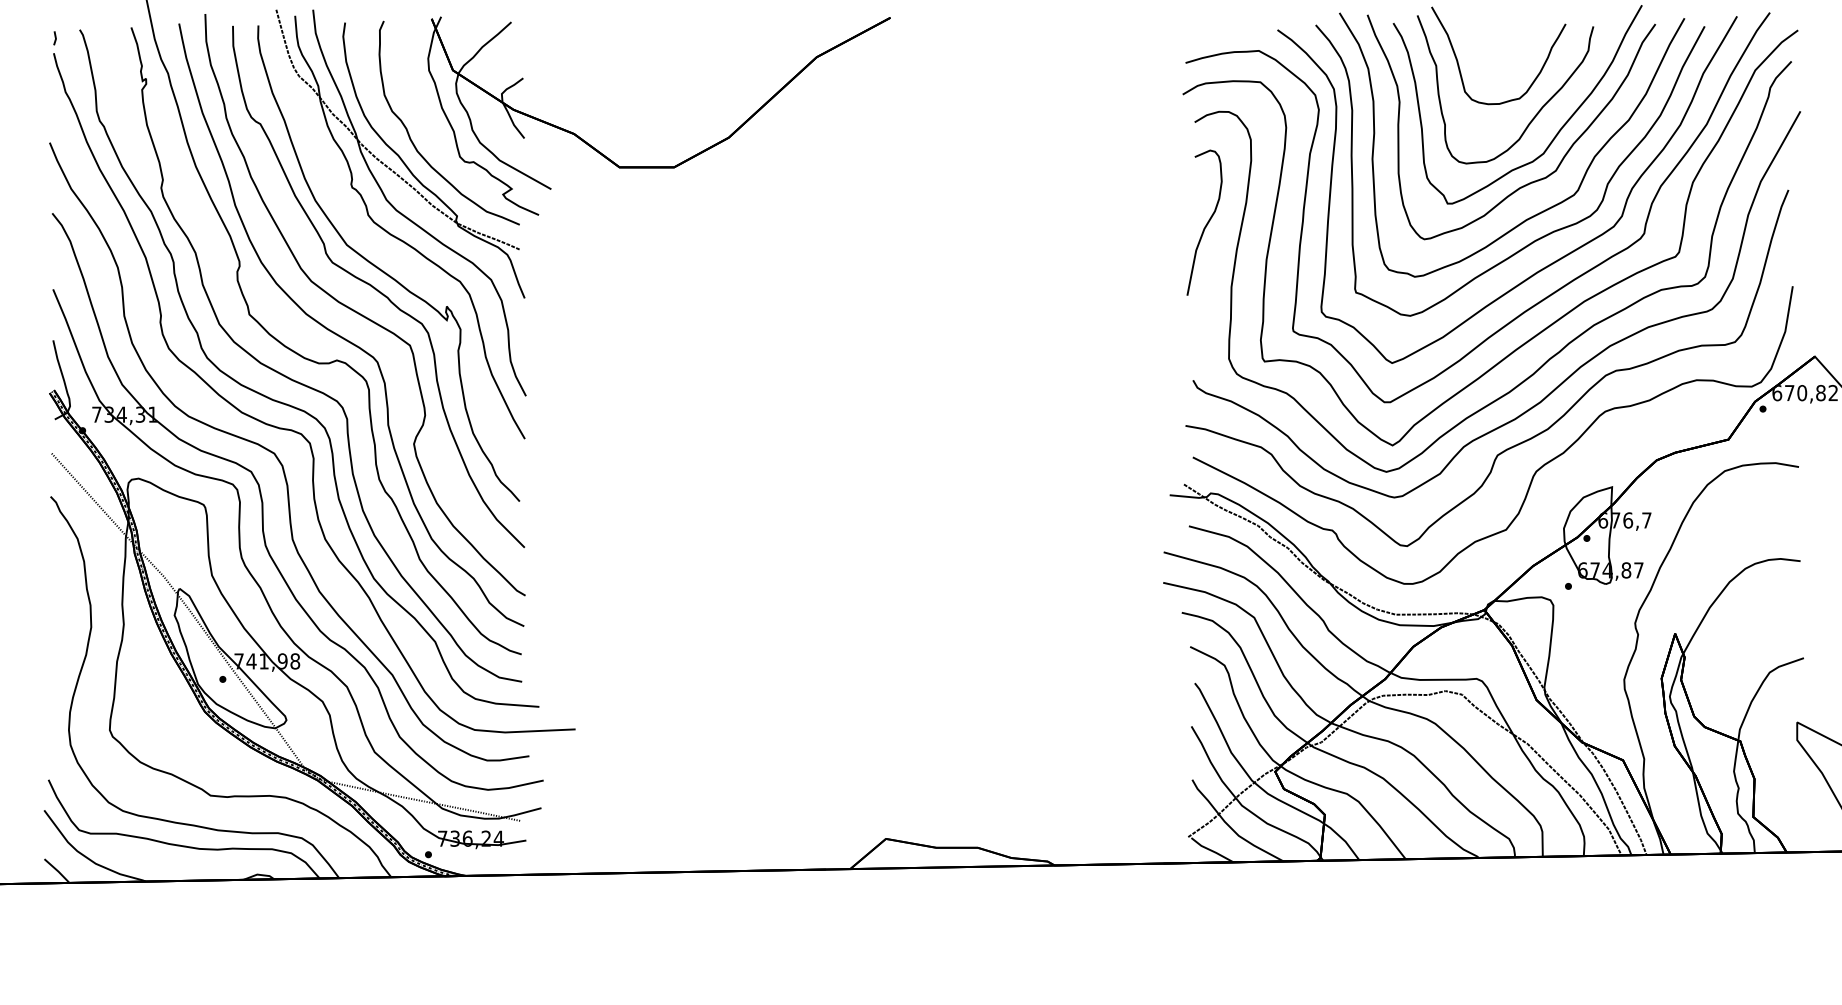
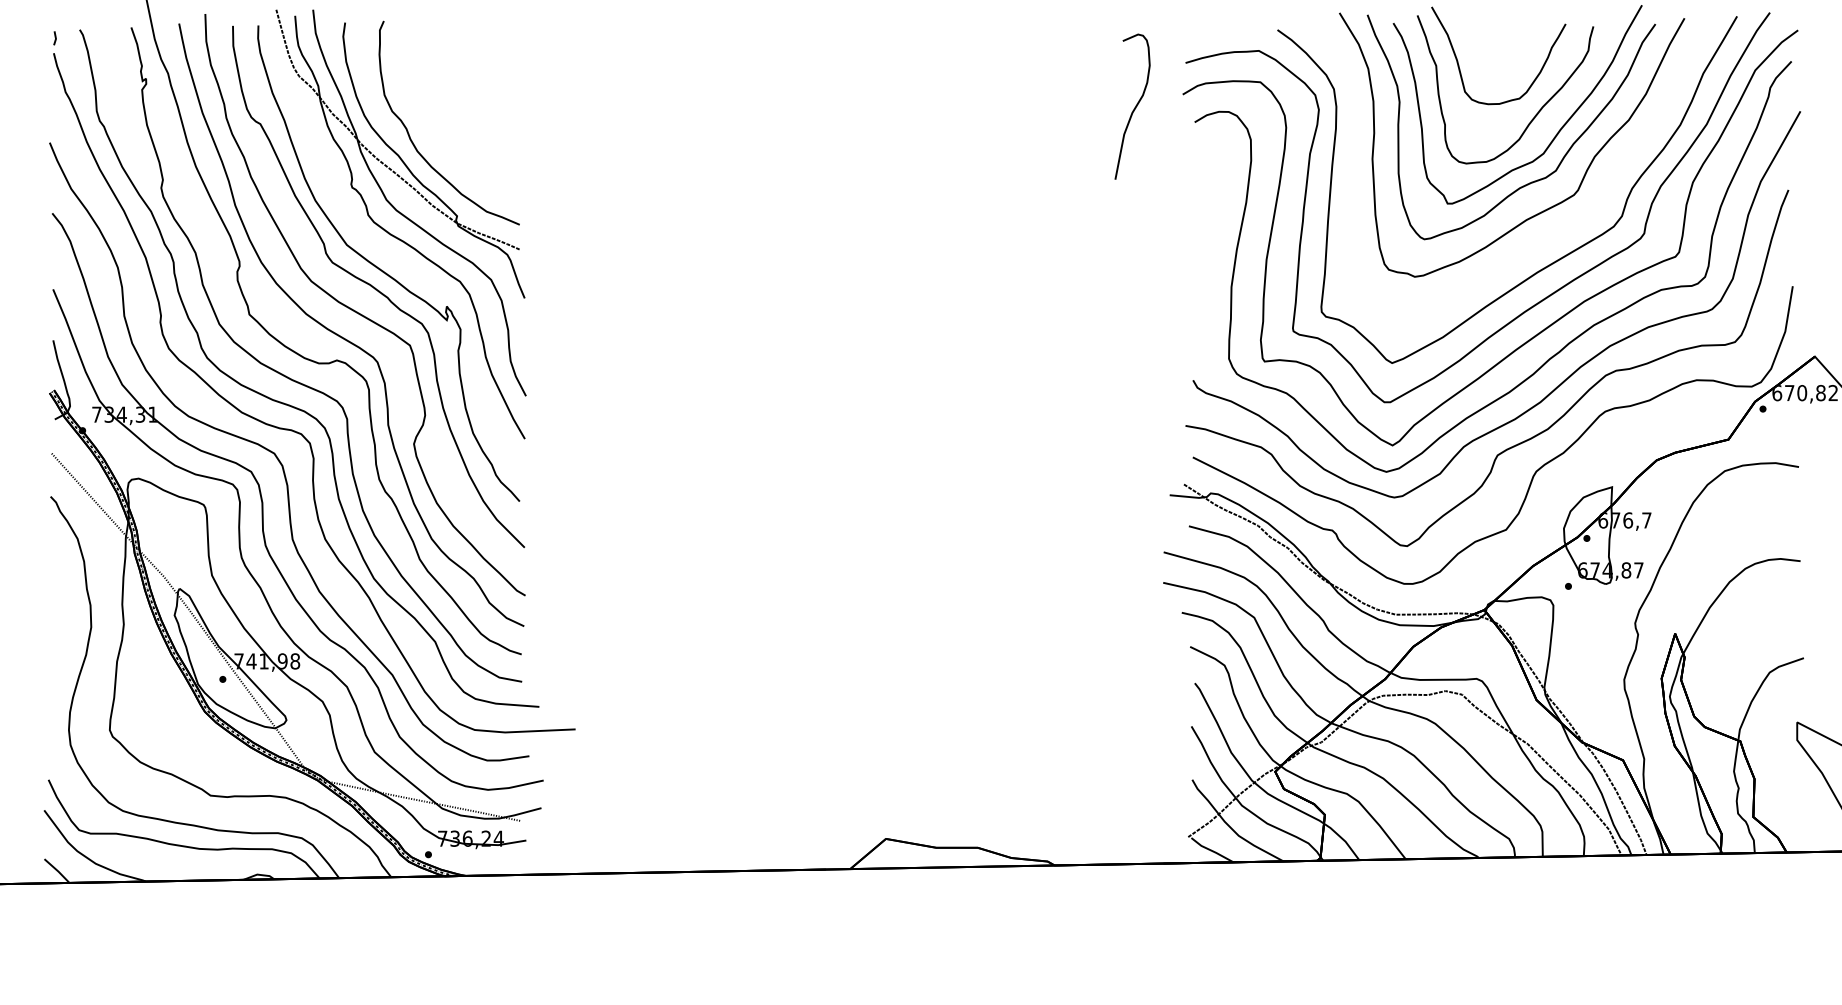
part at (658, 166): present -> none
curve at (1206, 223) position: (1206, 223) -> (1134, 107)
curve at (1543, 235): present -> none
